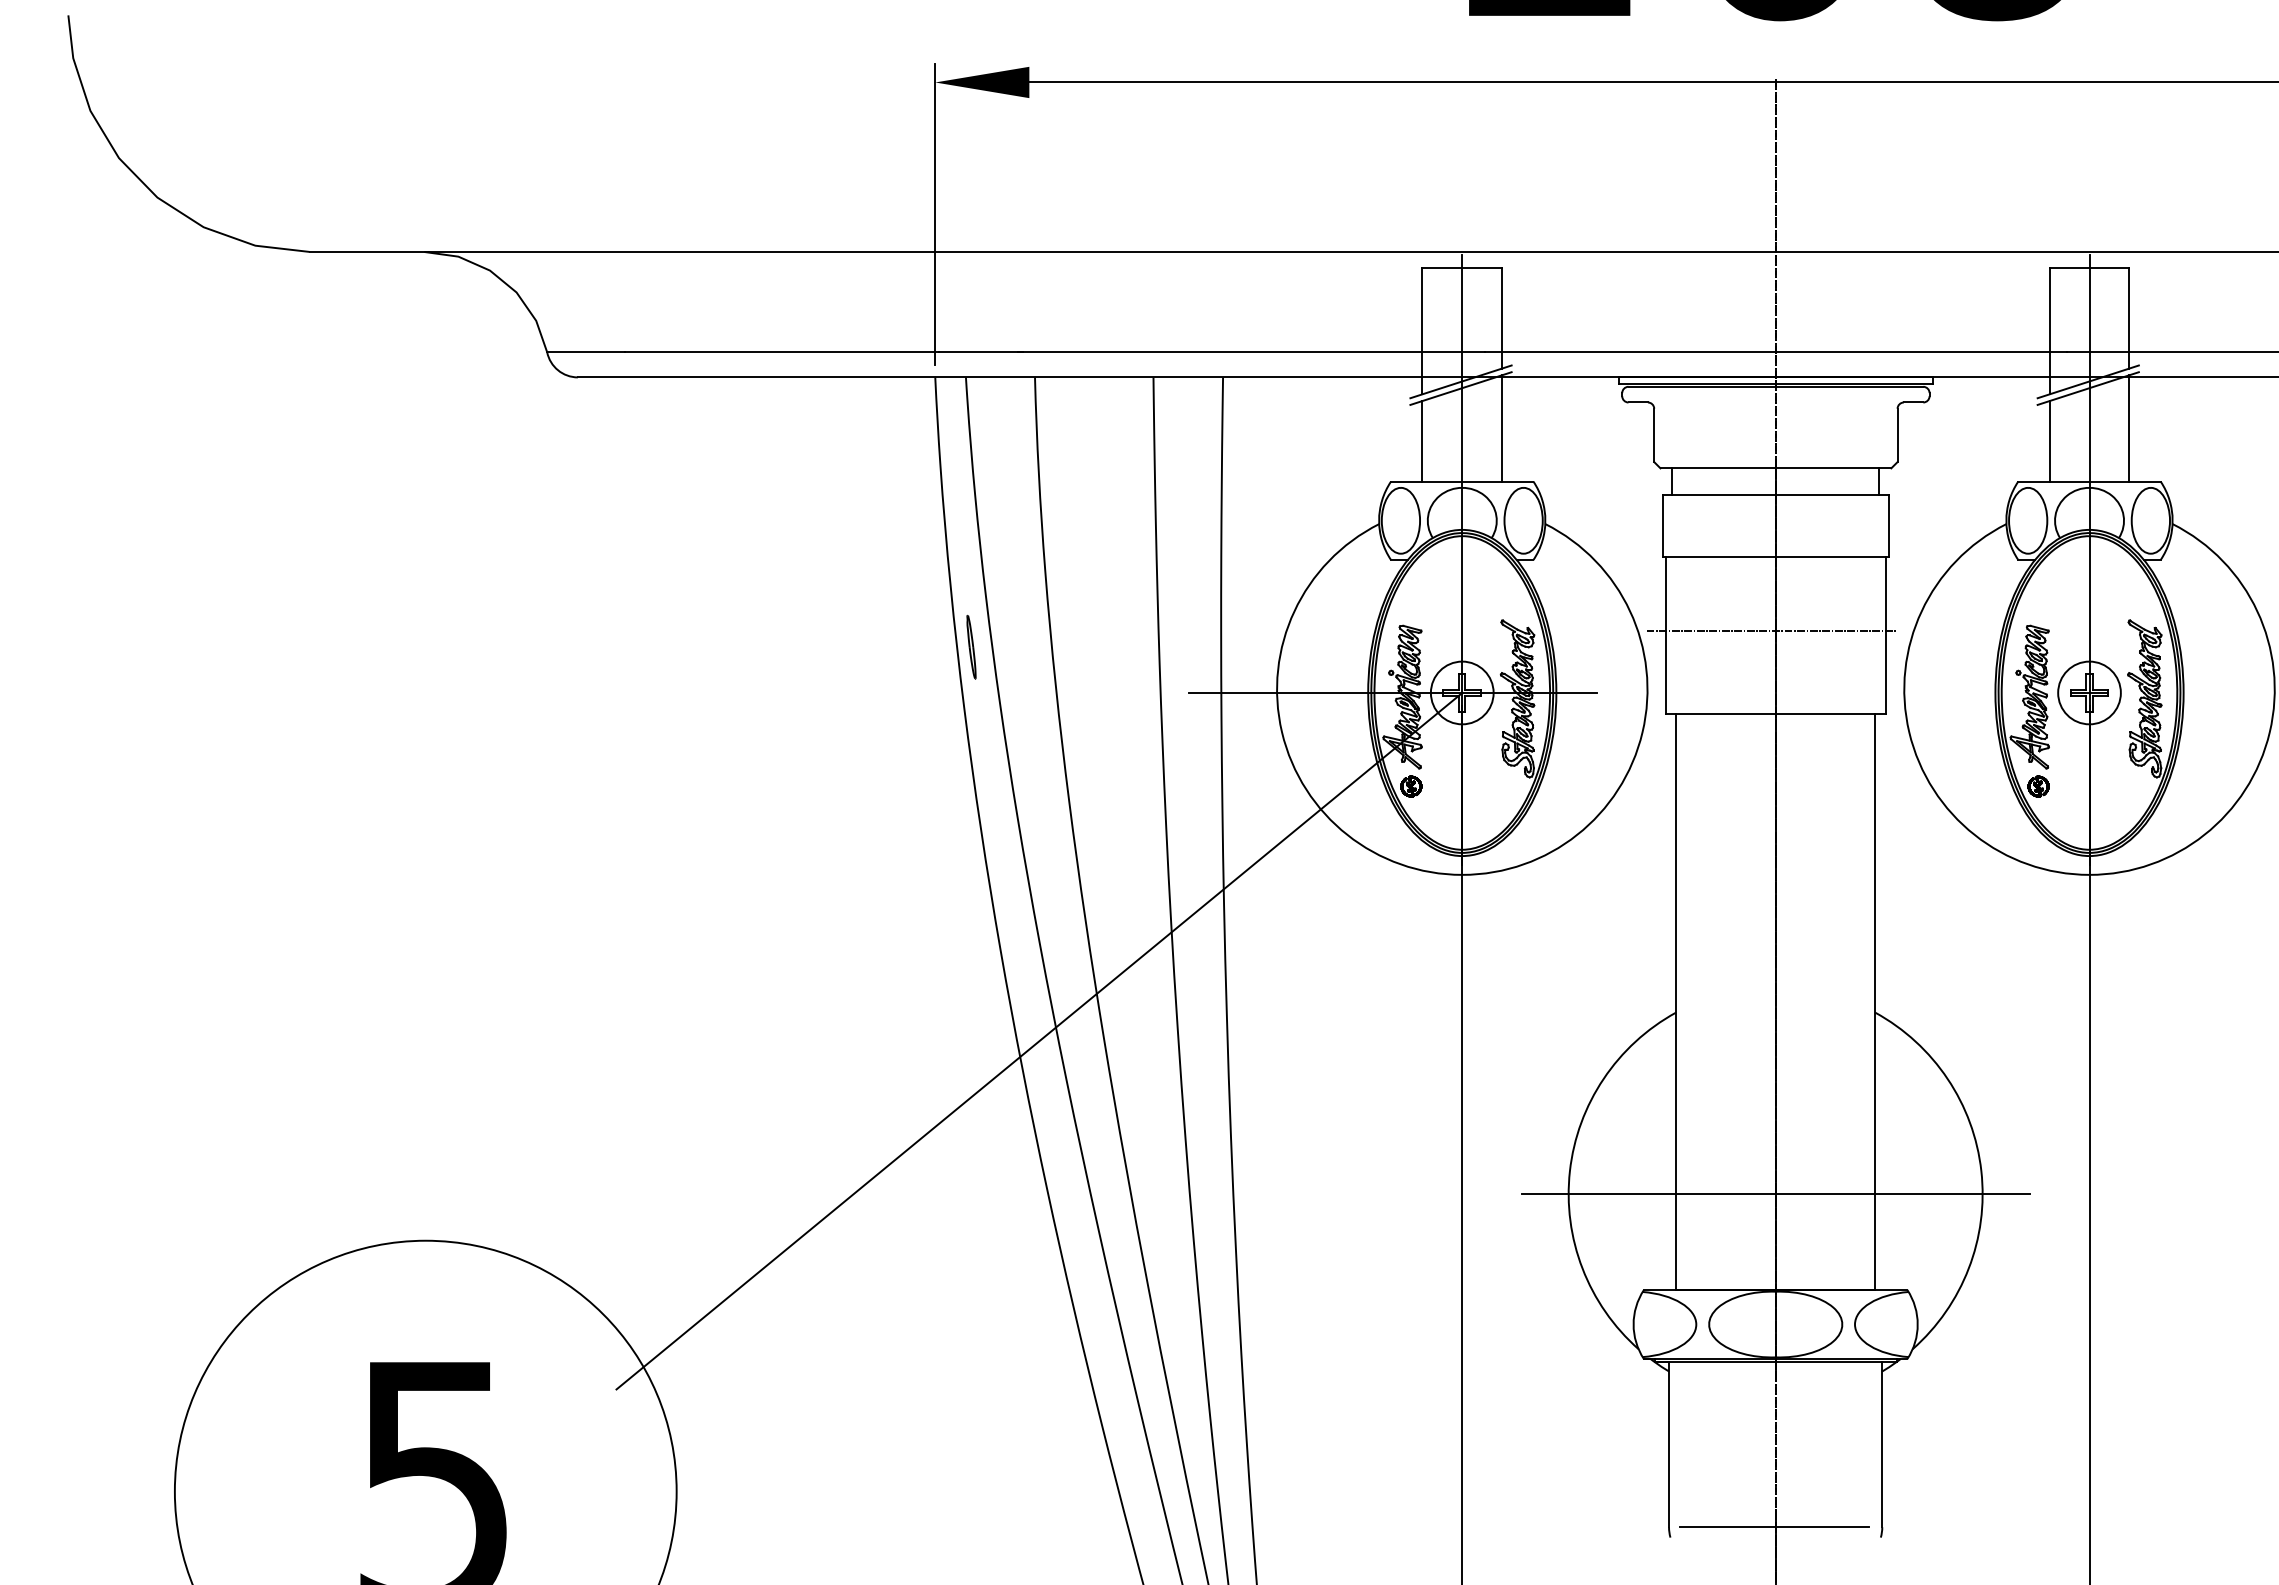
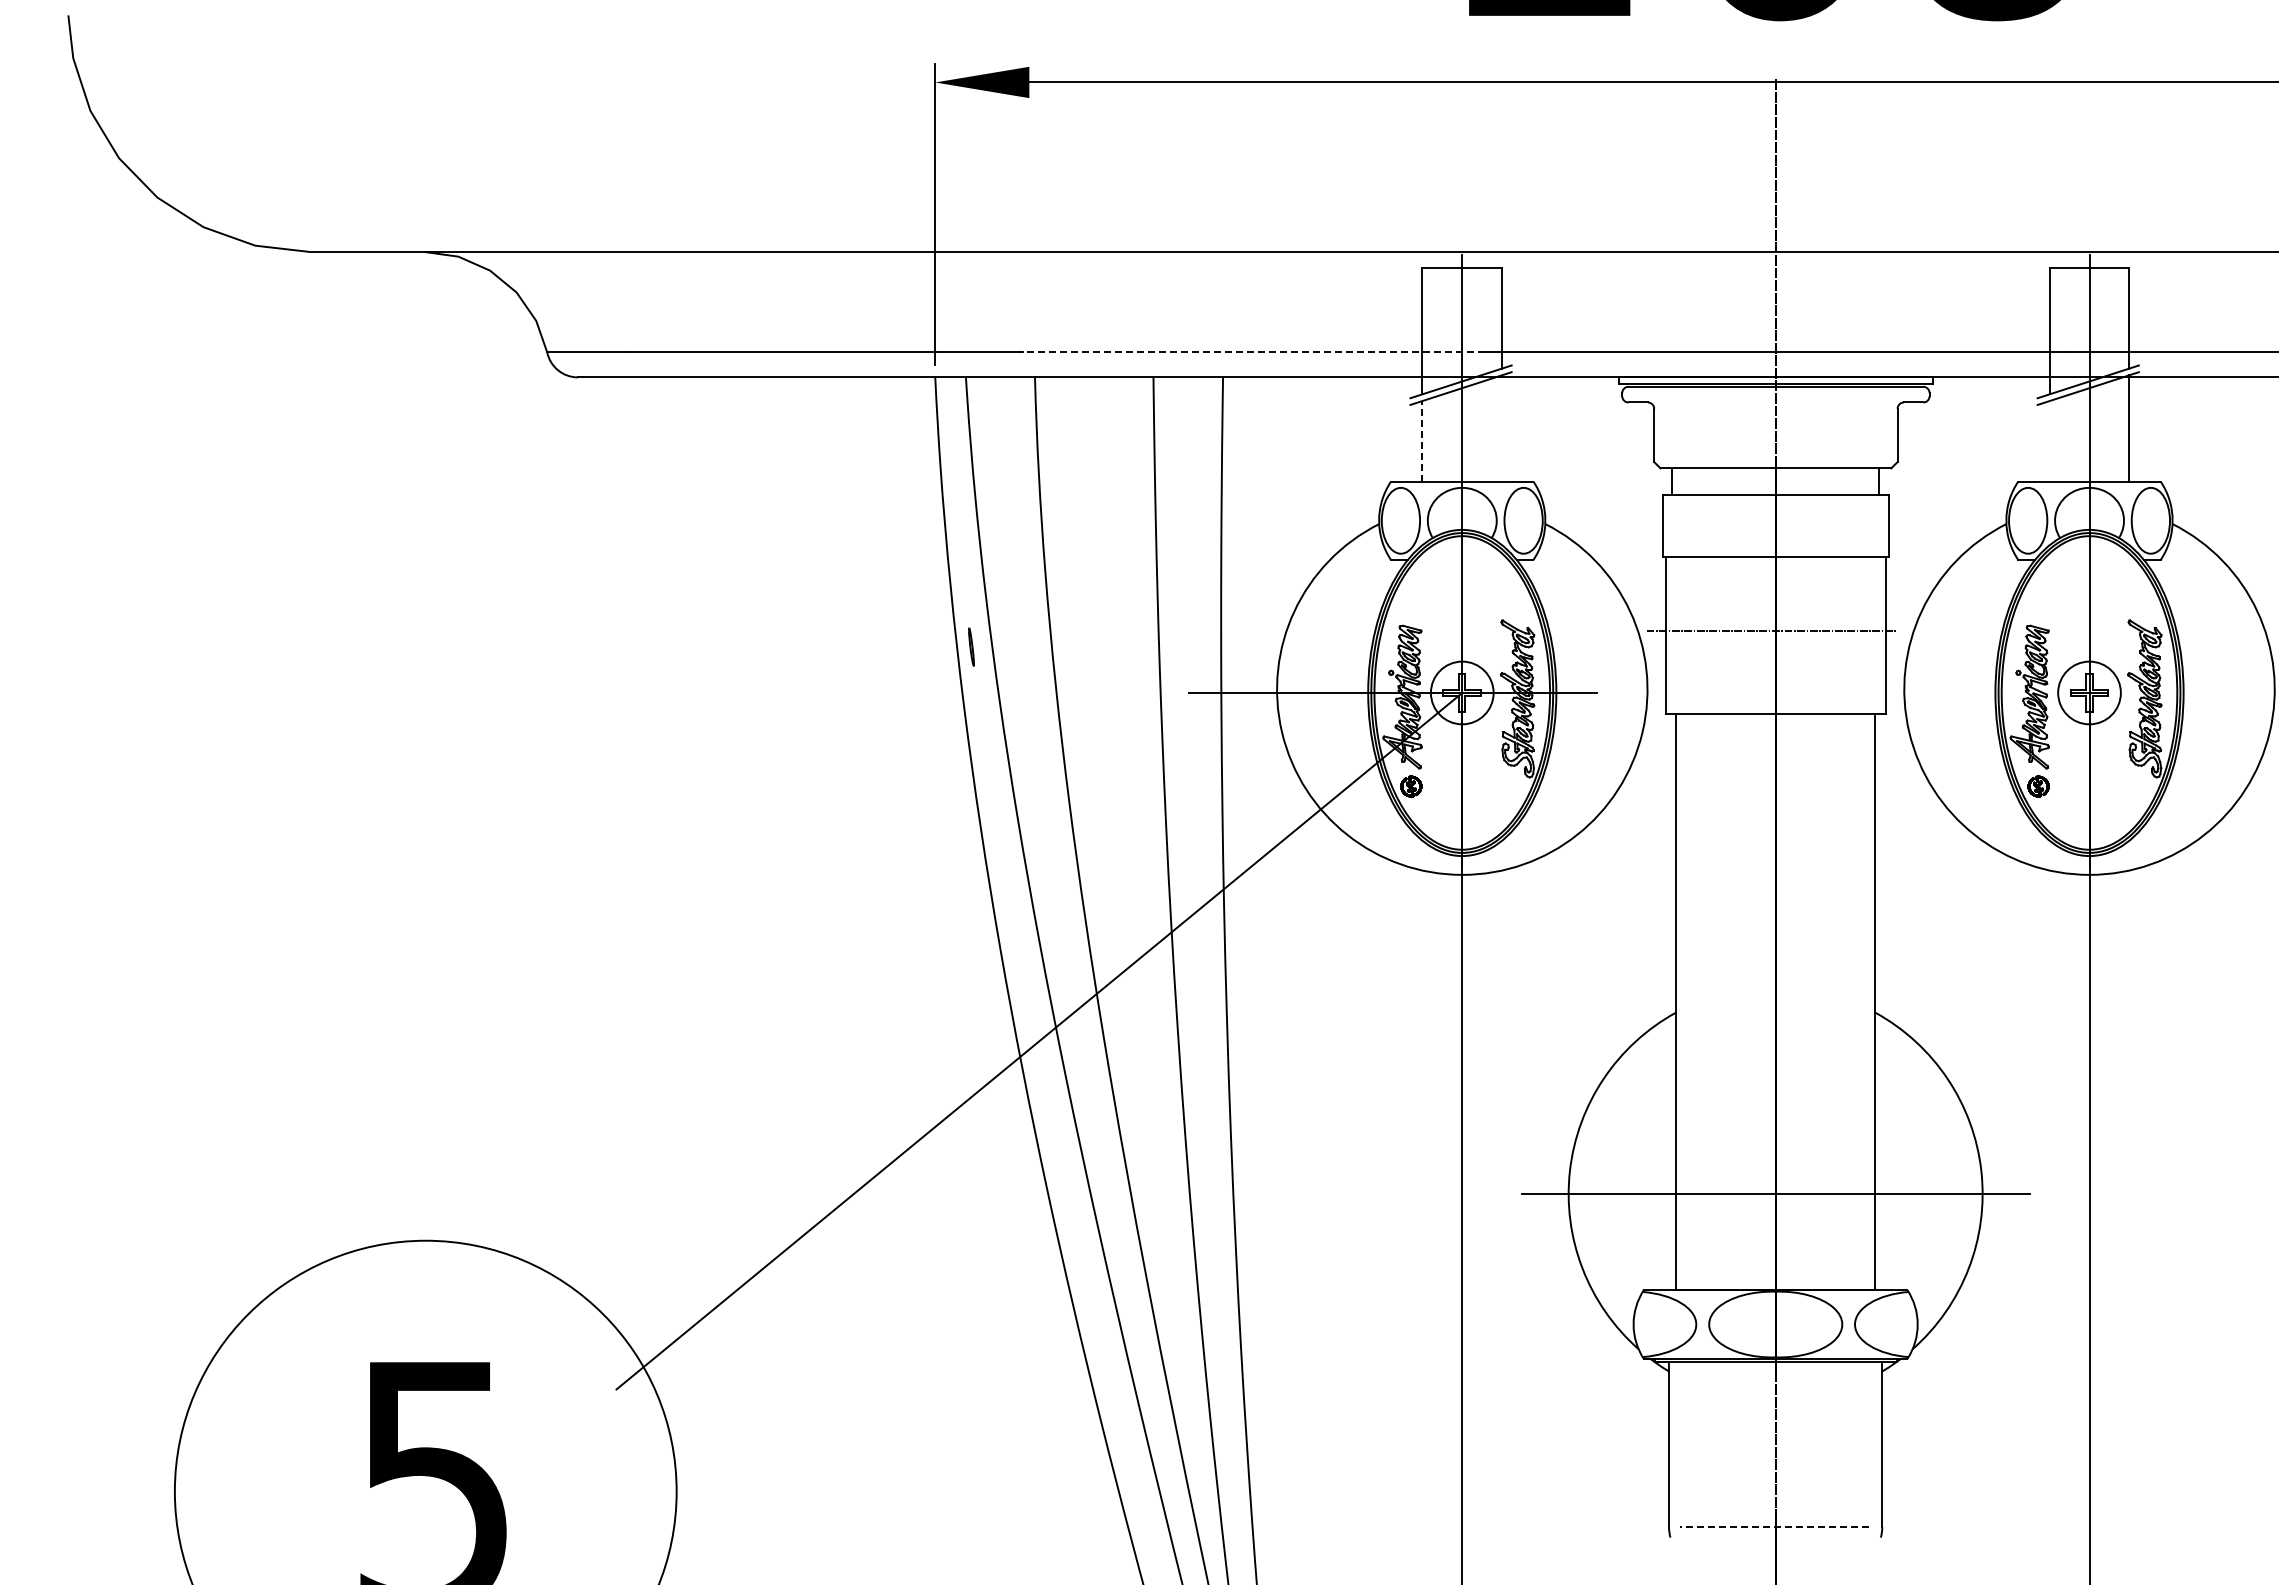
line at (1253, 352): solid -> dashed
line at (1502, 428): present -> none
line at (1422, 440): solid -> dashed
line at (2049, 441): present -> none
part at (971, 646) size: 11x66 px -> 7x40 px
line at (1774, 1527): solid -> dashed
